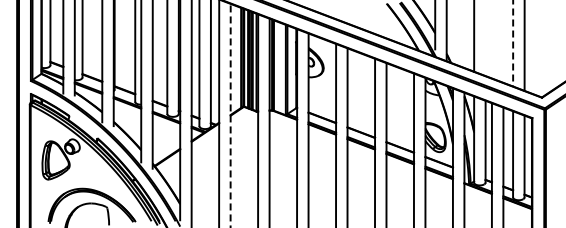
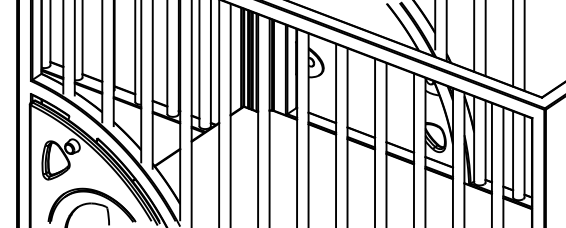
line at (485, 39): none -> present
line at (513, 43): dashed -> solid
line at (230, 115): dashed -> solid
